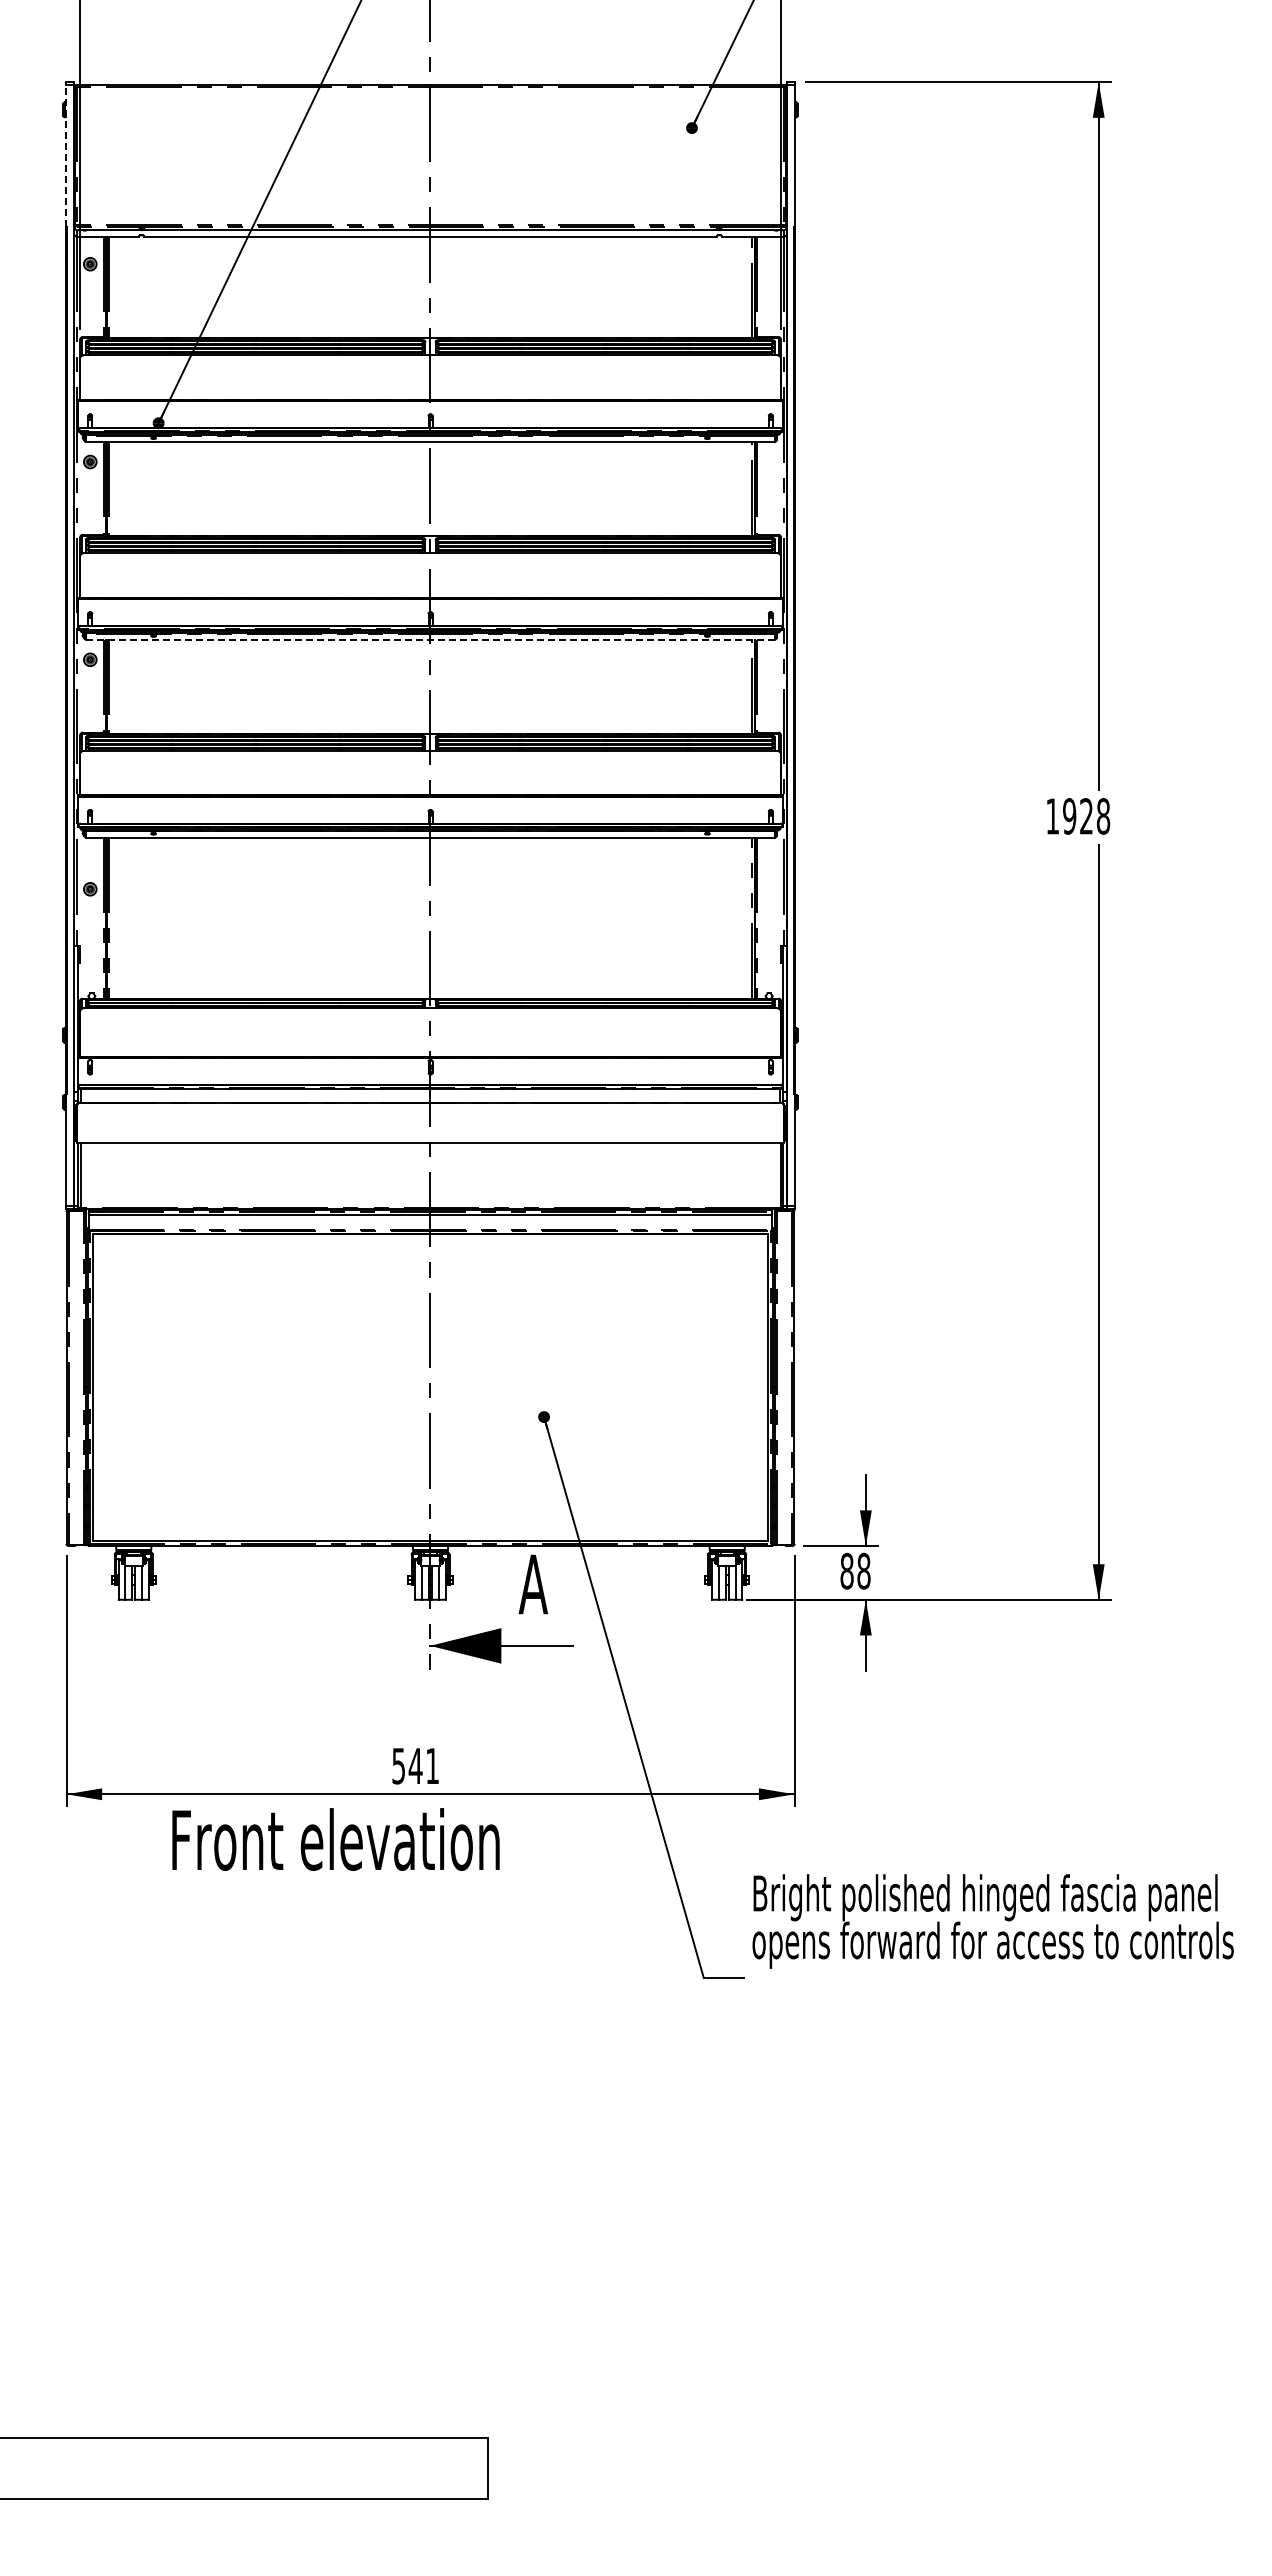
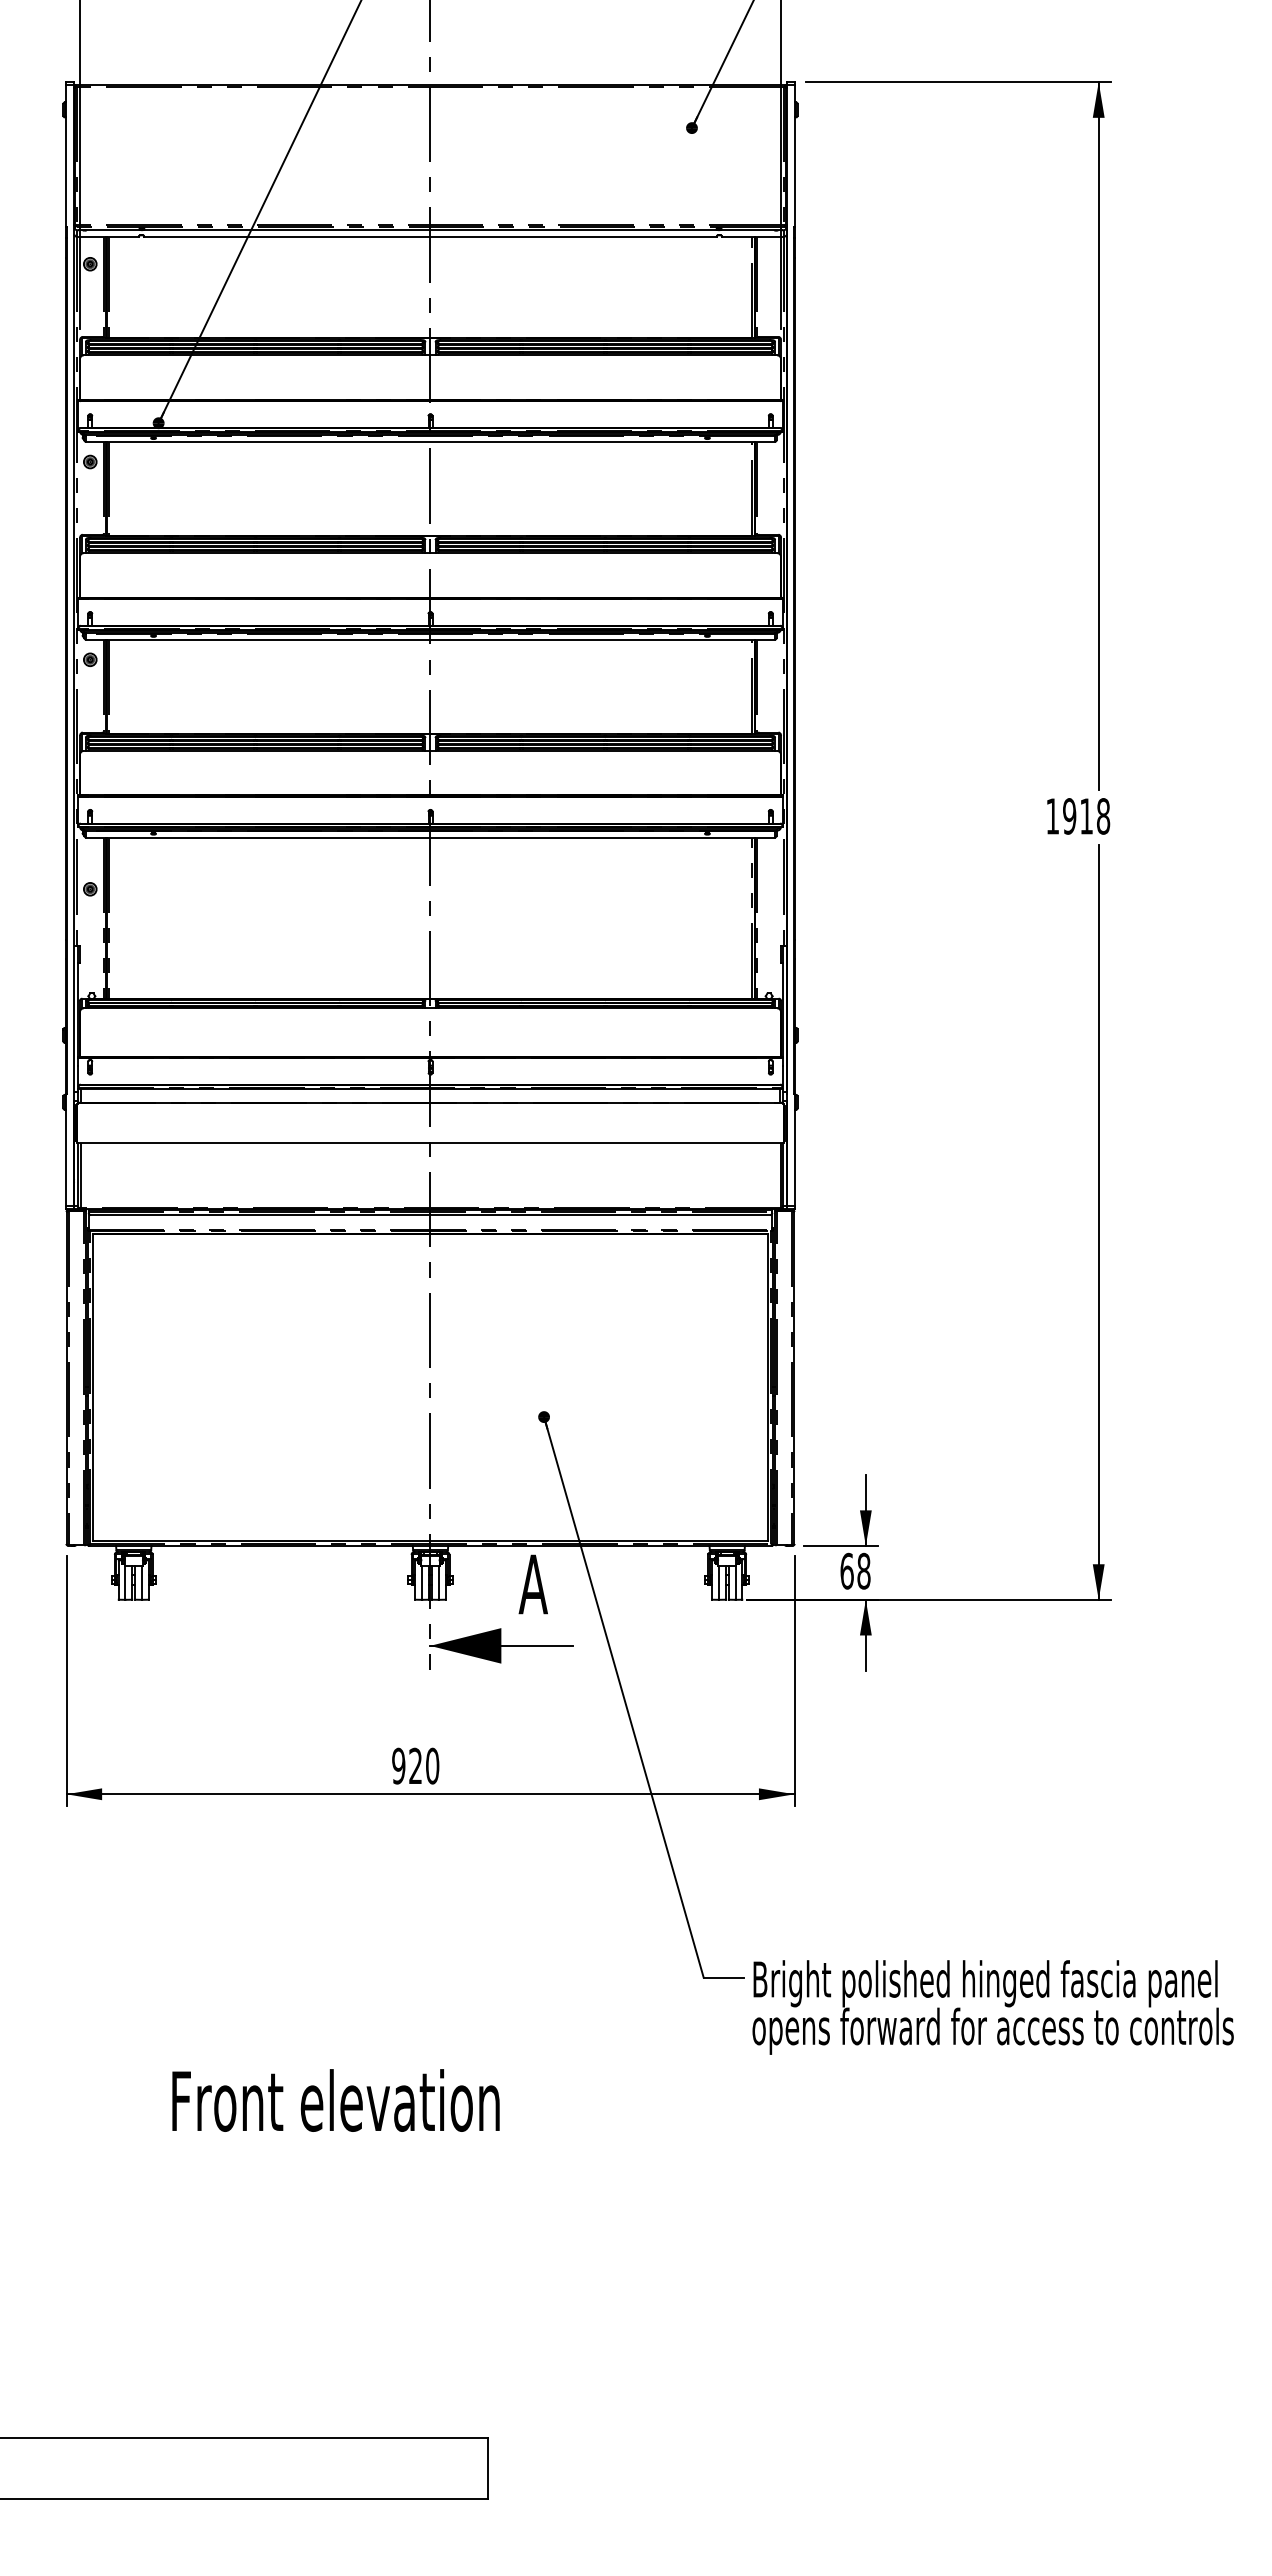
line at (66, 155): dashed -> solid
line at (430, 639): dashed -> solid
text at (1086, 816): 1928 -> 1918
text at (846, 1570): 88 -> 68
text at (415, 1765): 541 -> 920
text at (335, 1839) position: (335, 1839) -> (335, 2100)
text at (992, 1921) position: (992, 1921) -> (992, 2007)
